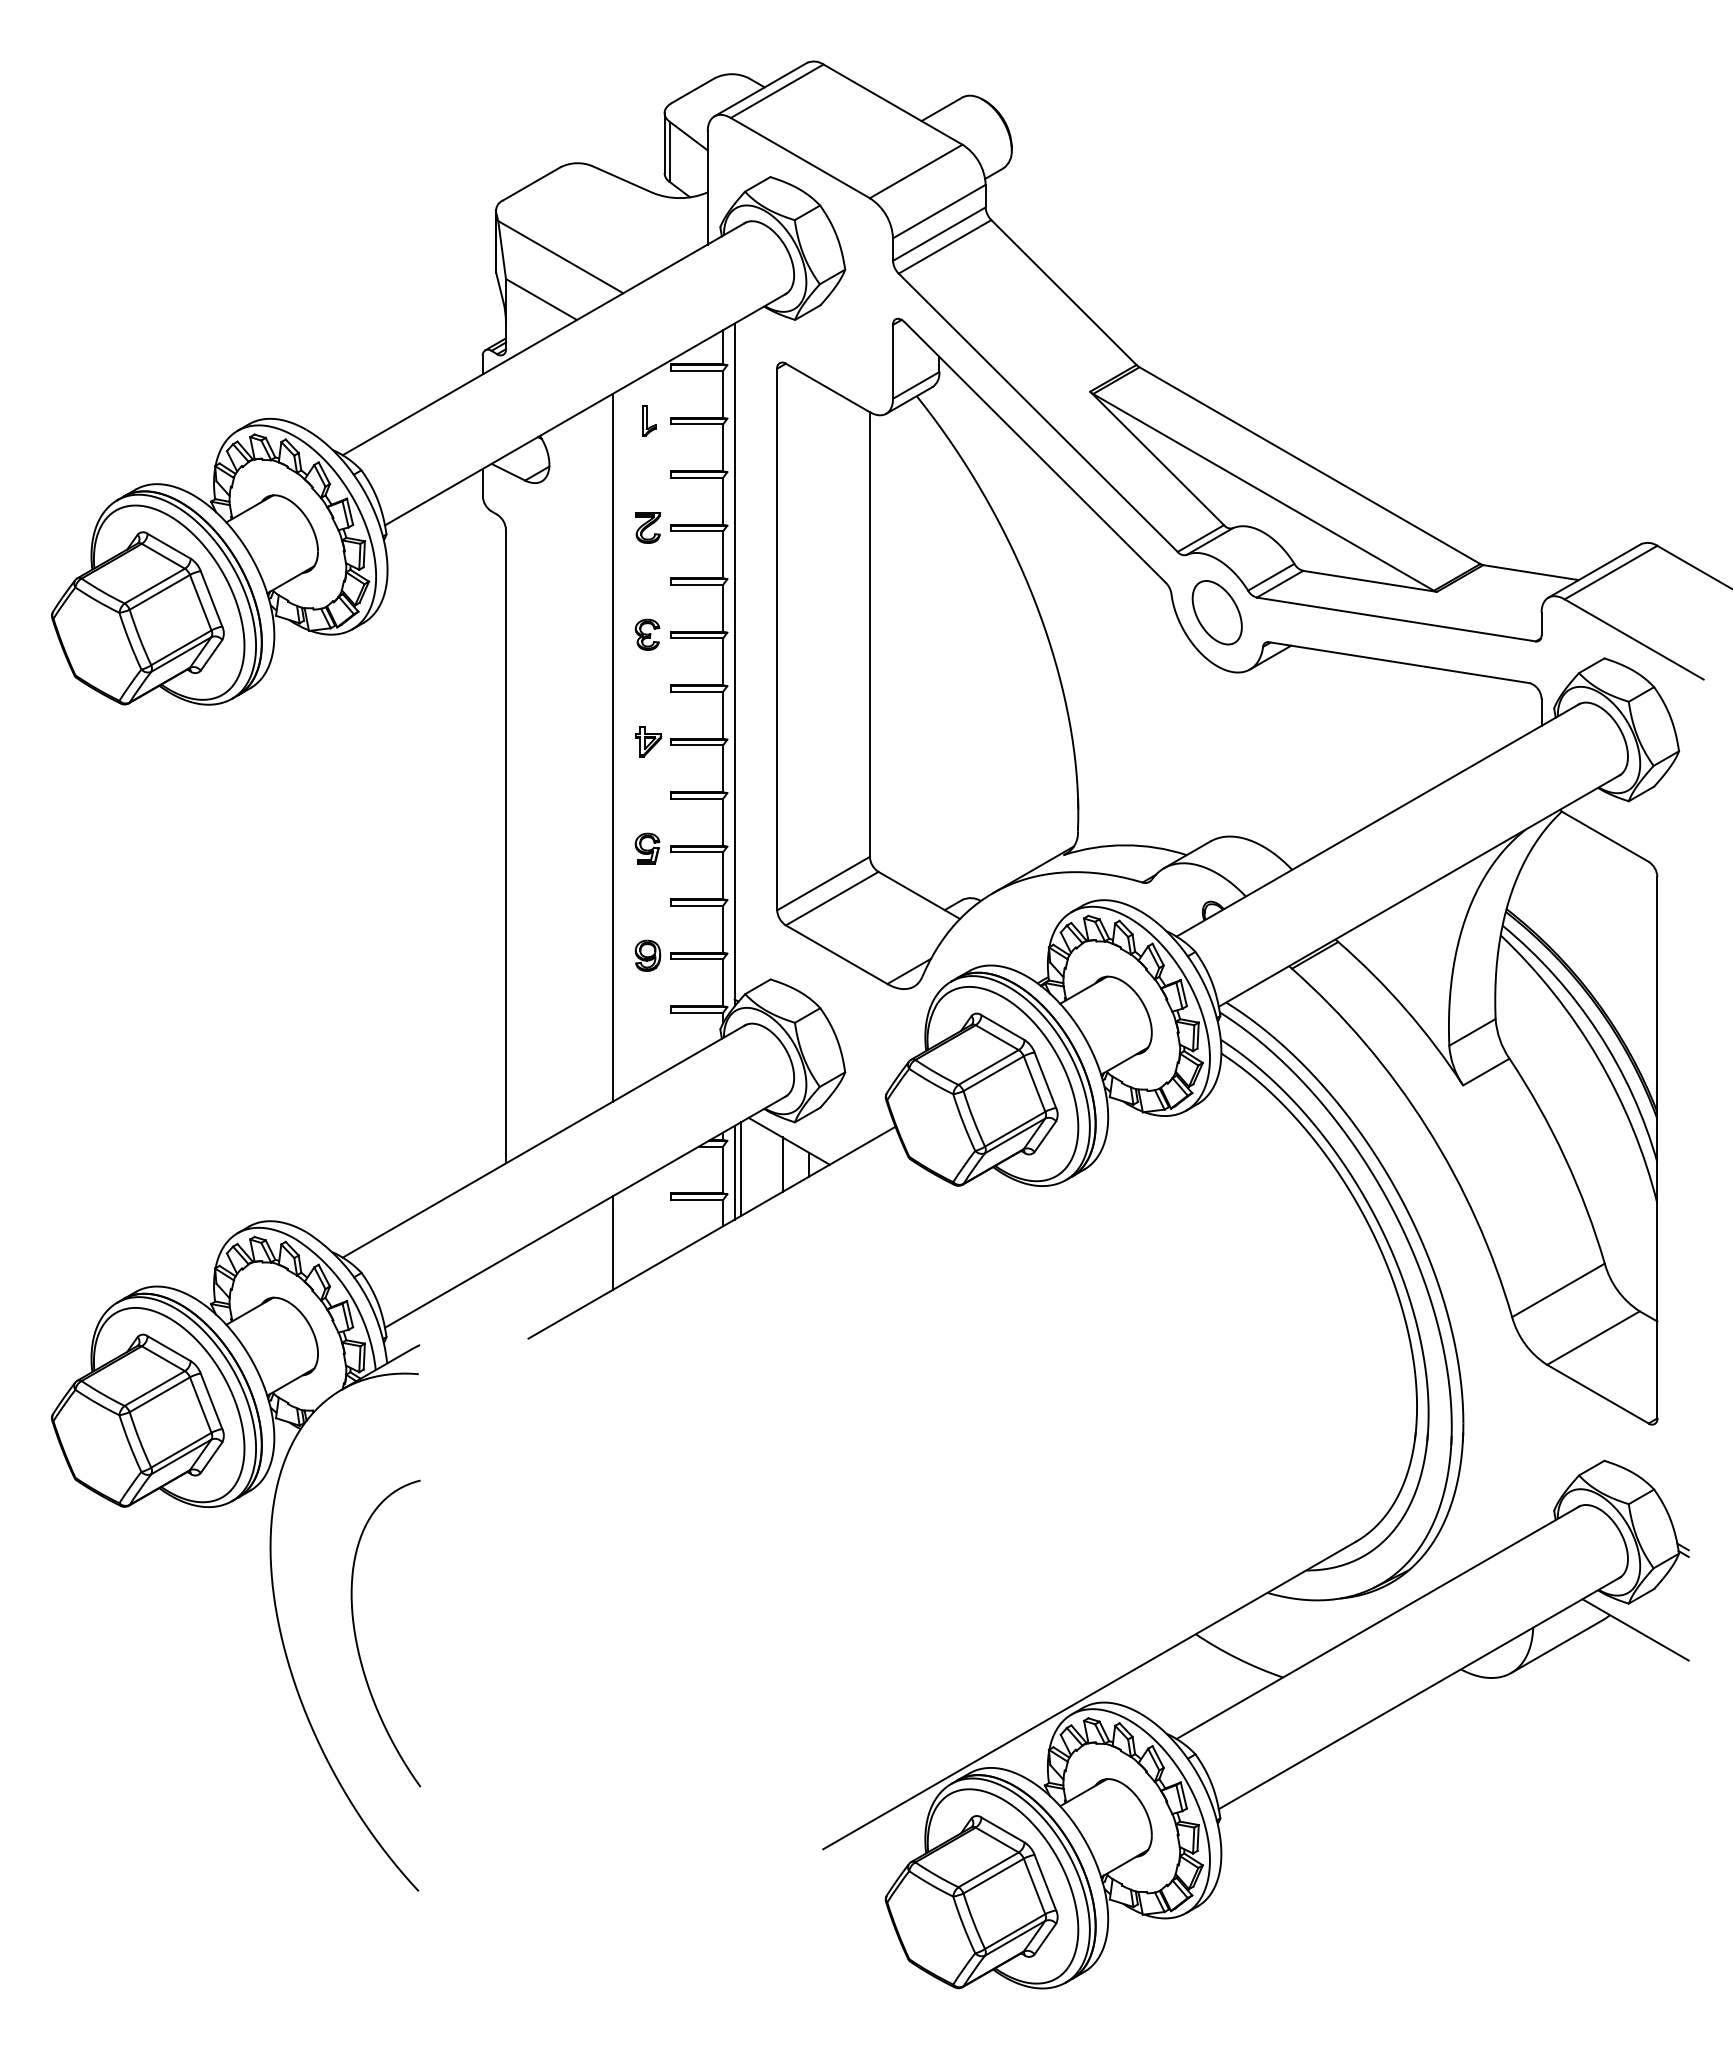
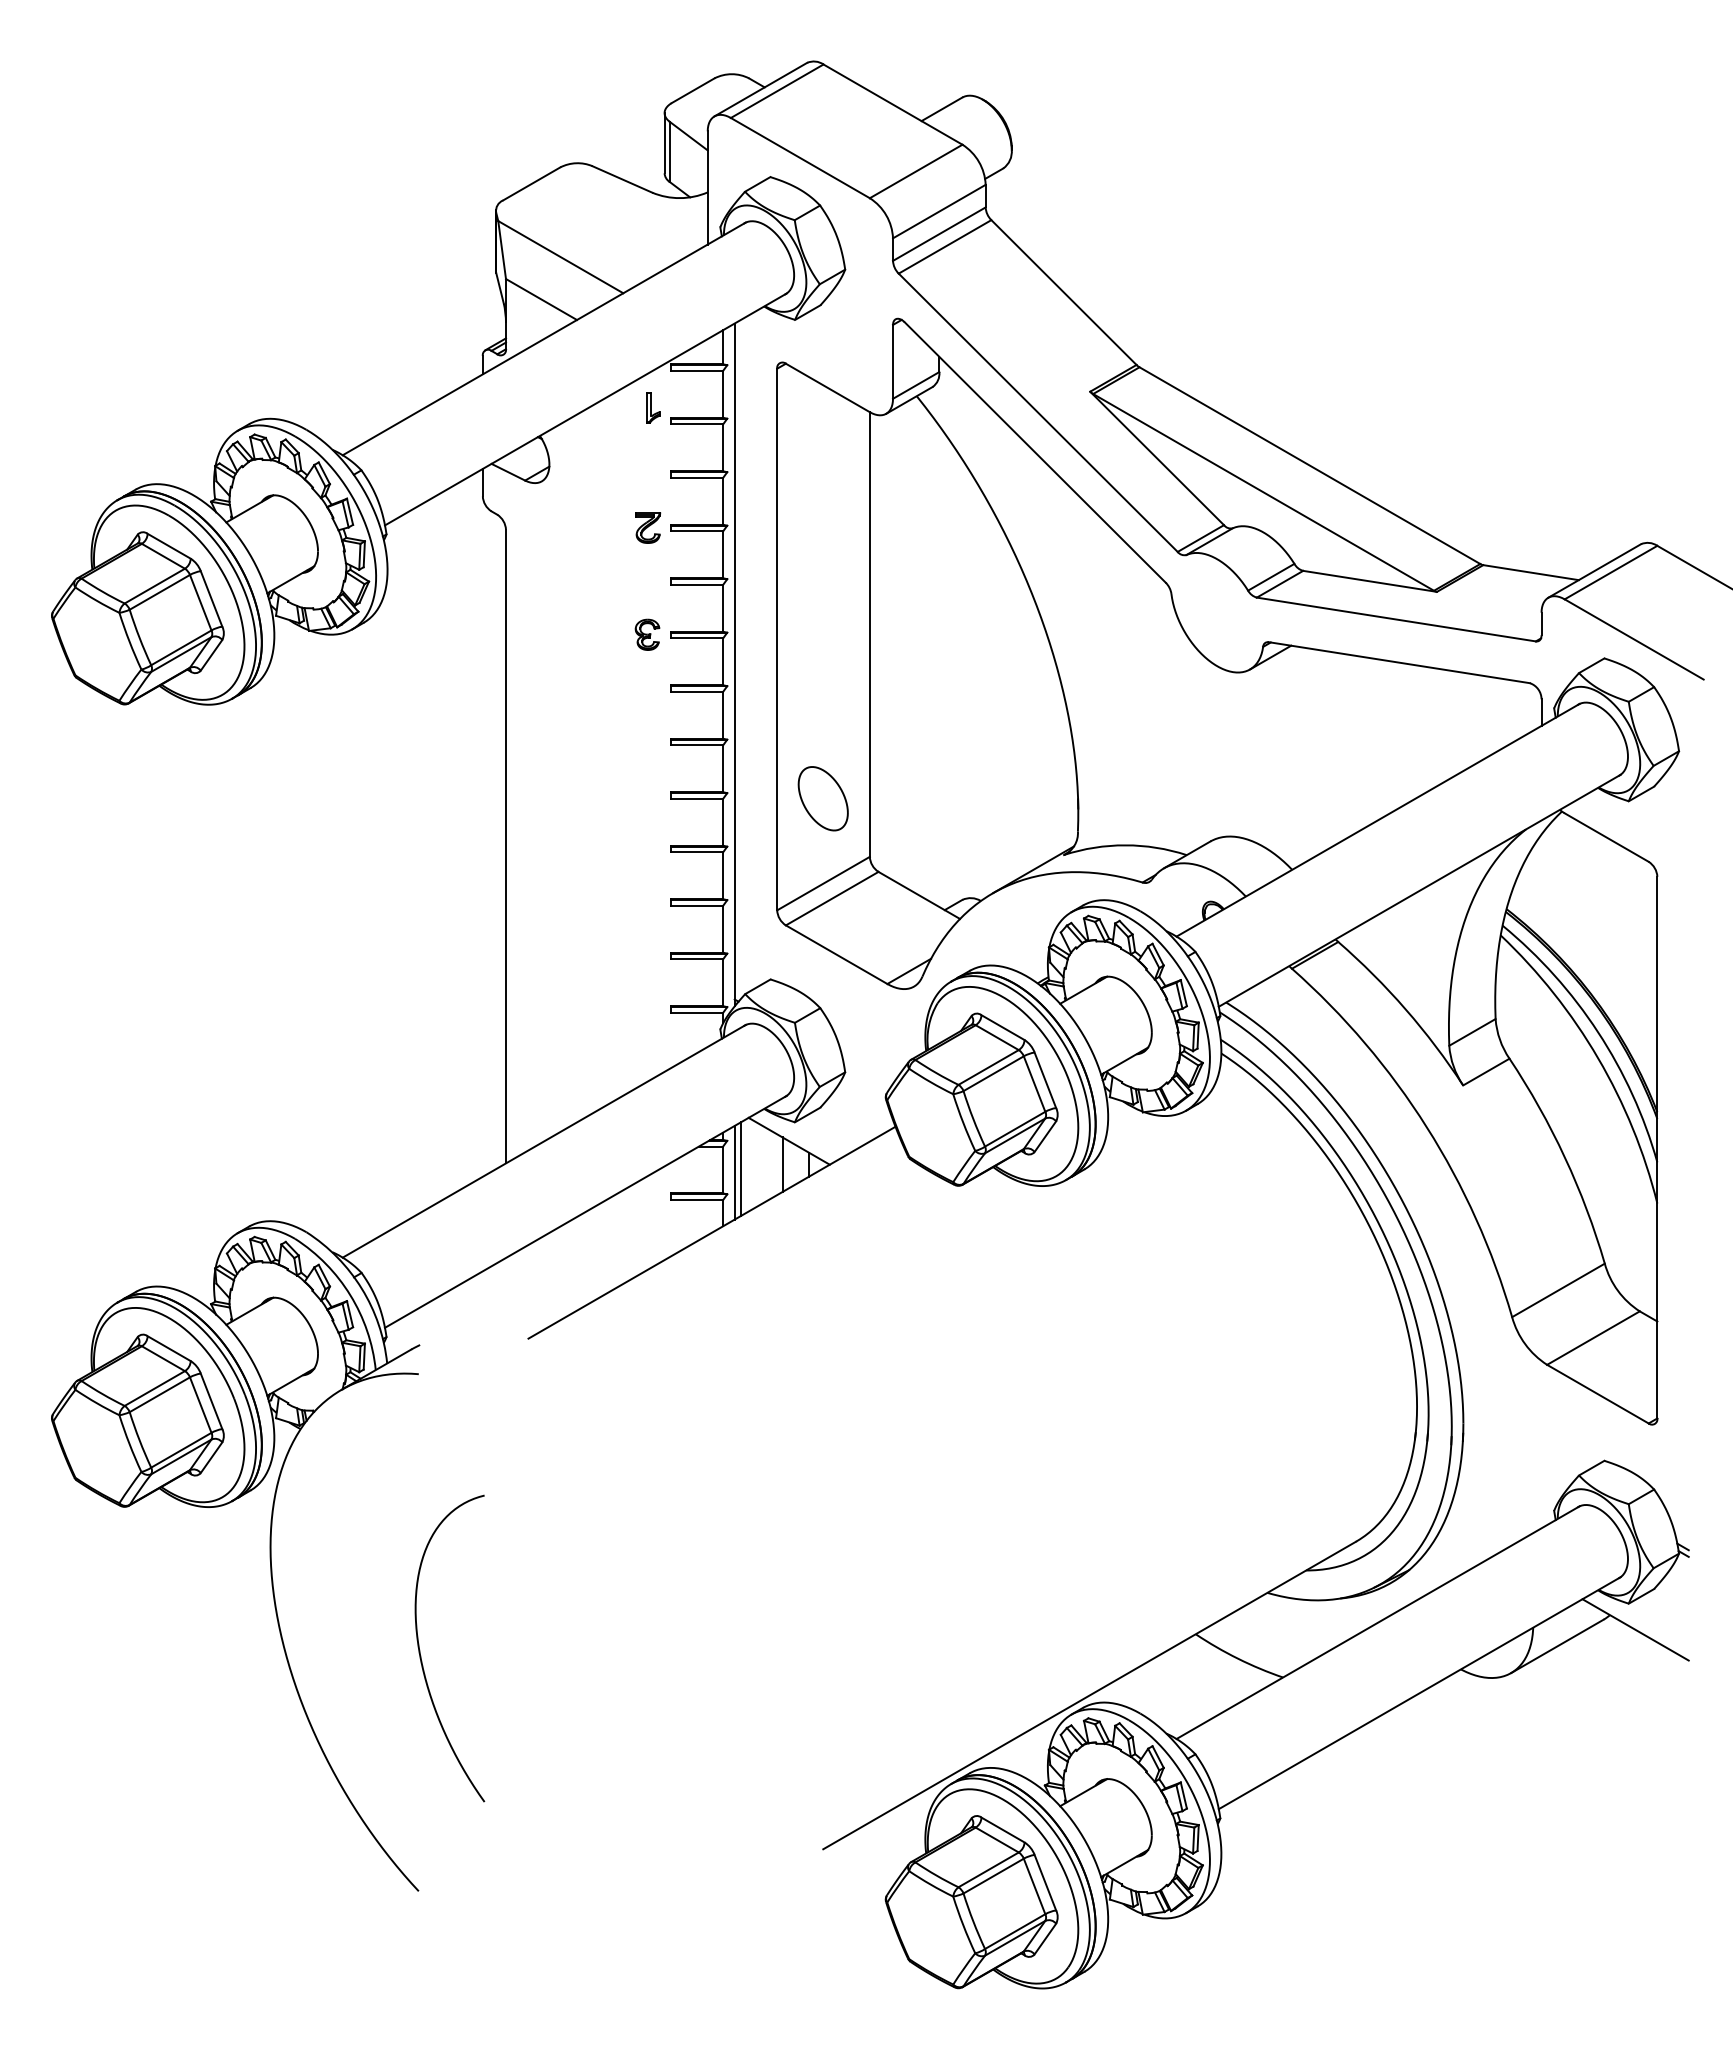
part at (649, 420) position: (649, 420) -> (653, 407)
part at (1216, 612) position: (1216, 612) -> (822, 798)
part at (648, 741): present -> none
line at (613, 747): present -> none
part at (647, 848): present -> none
part at (647, 955): present -> none
line at (613, 1242): present -> none
curve at (357, 1640) position: (357, 1640) -> (421, 1655)
